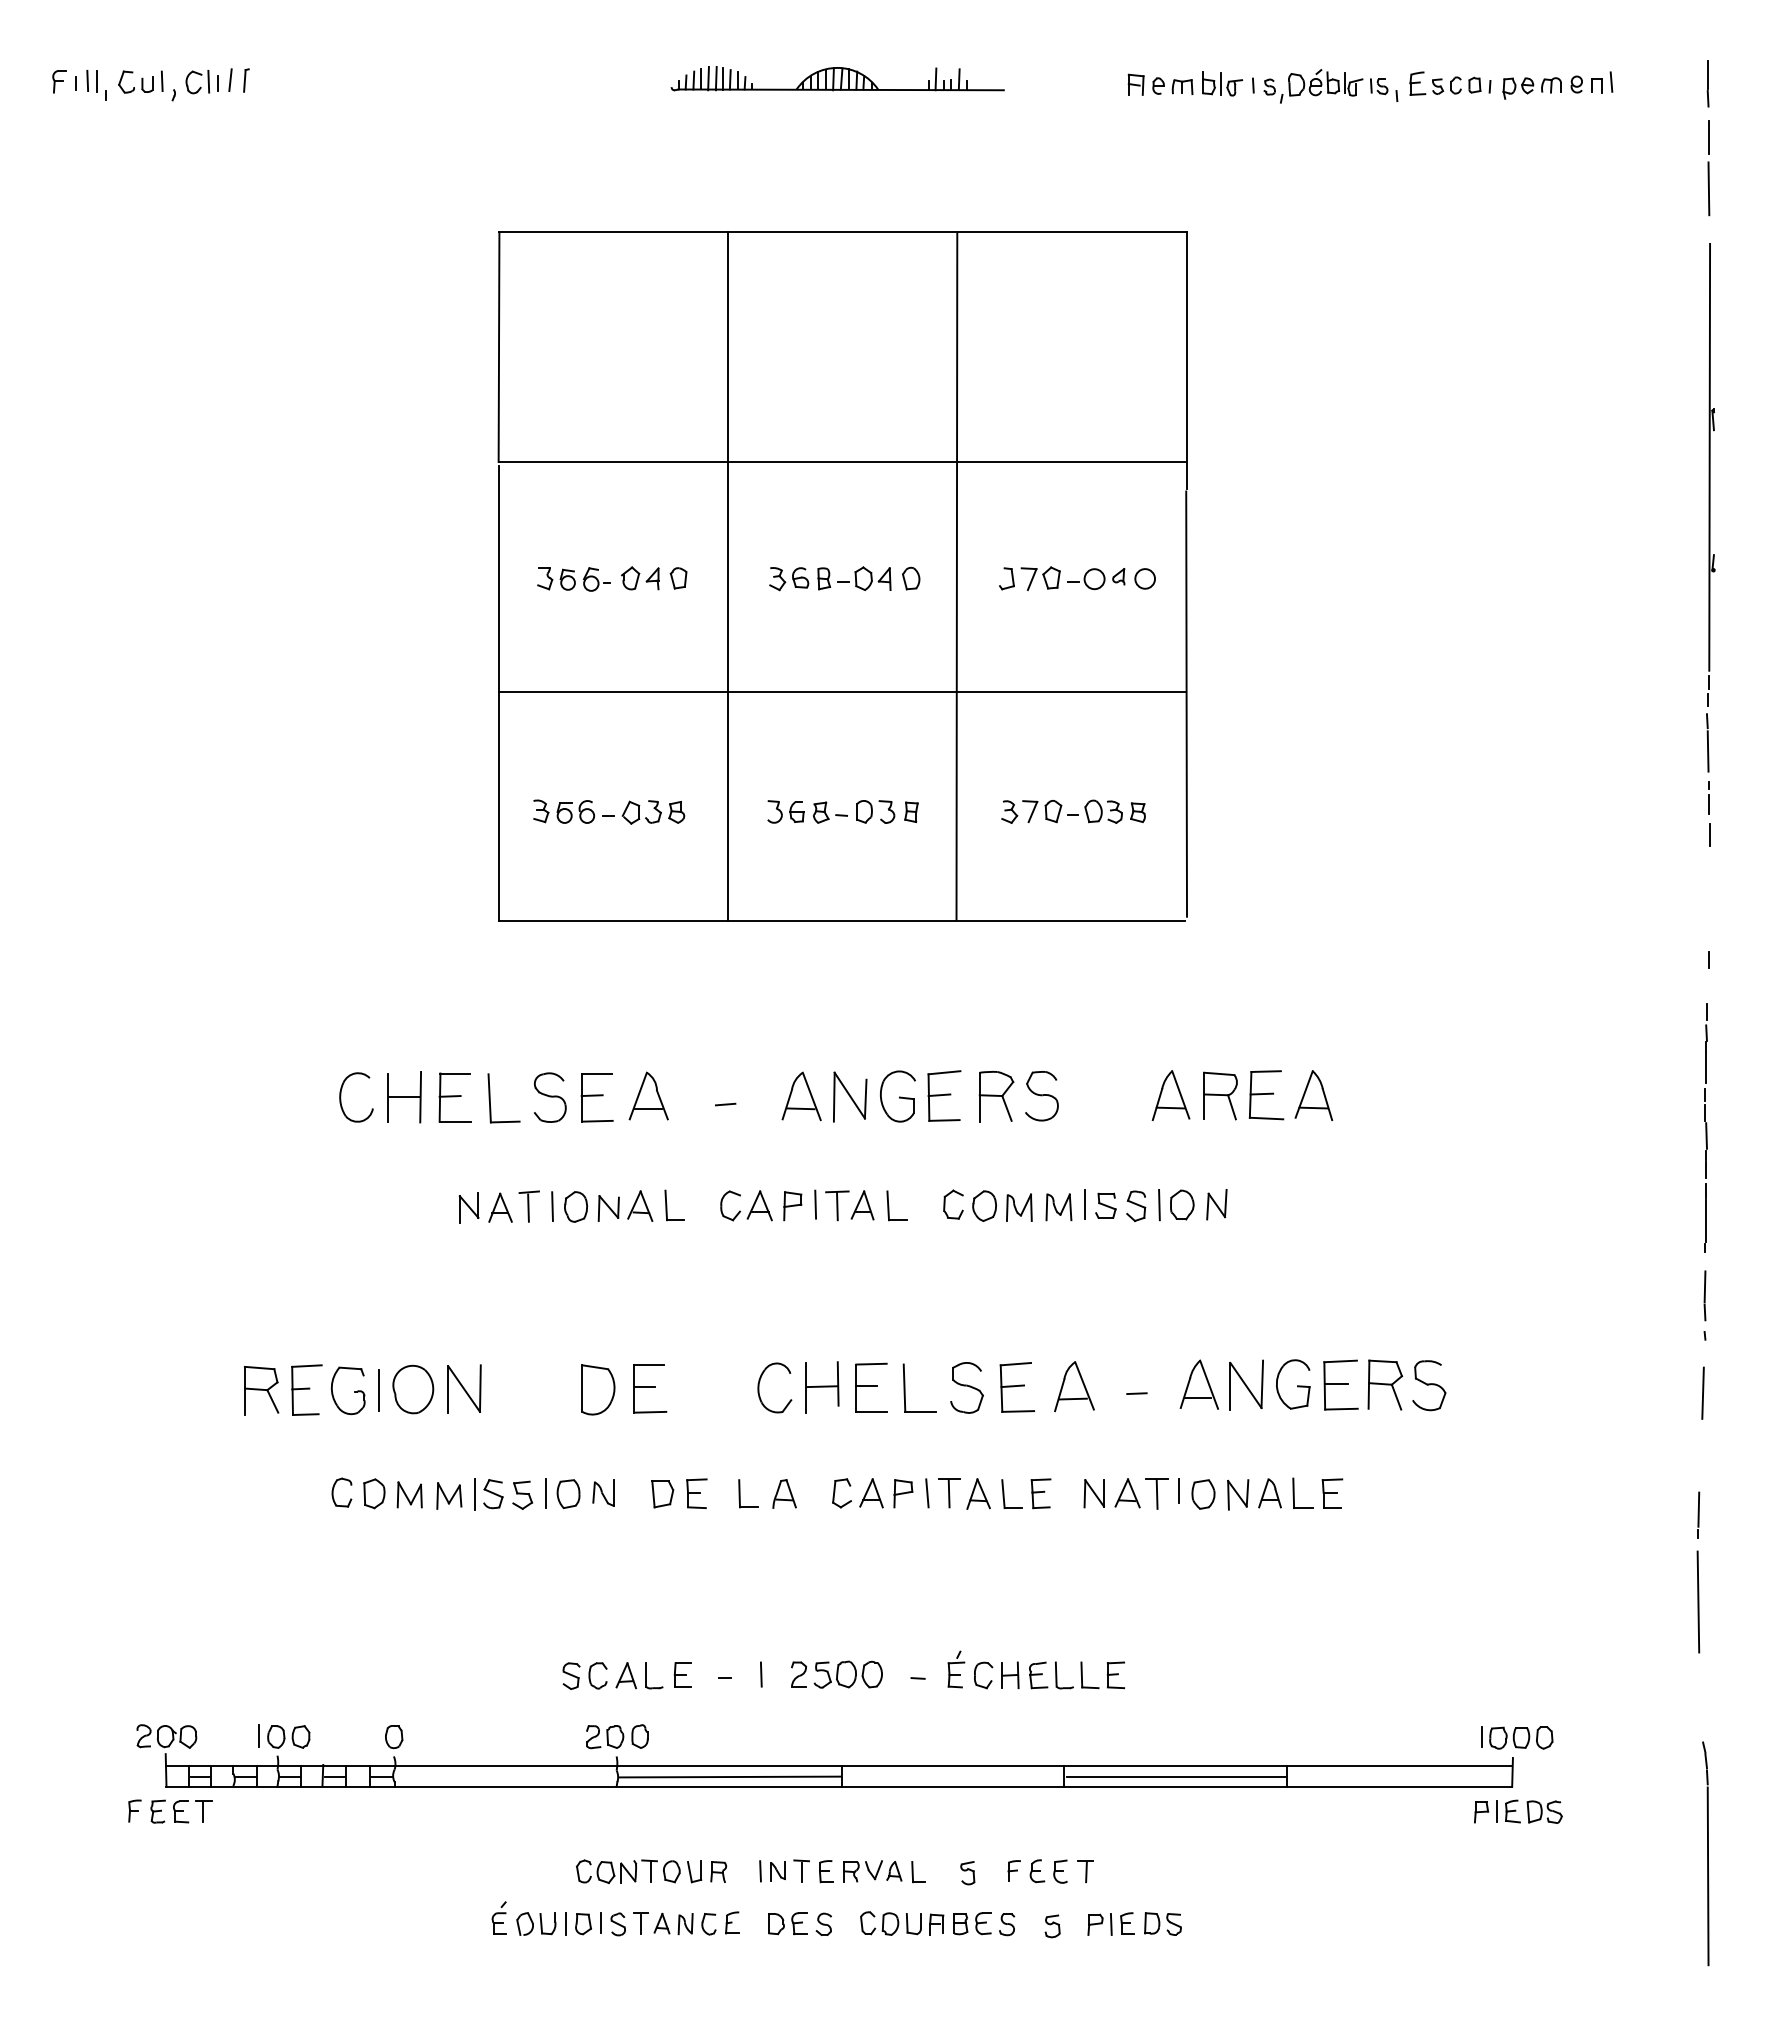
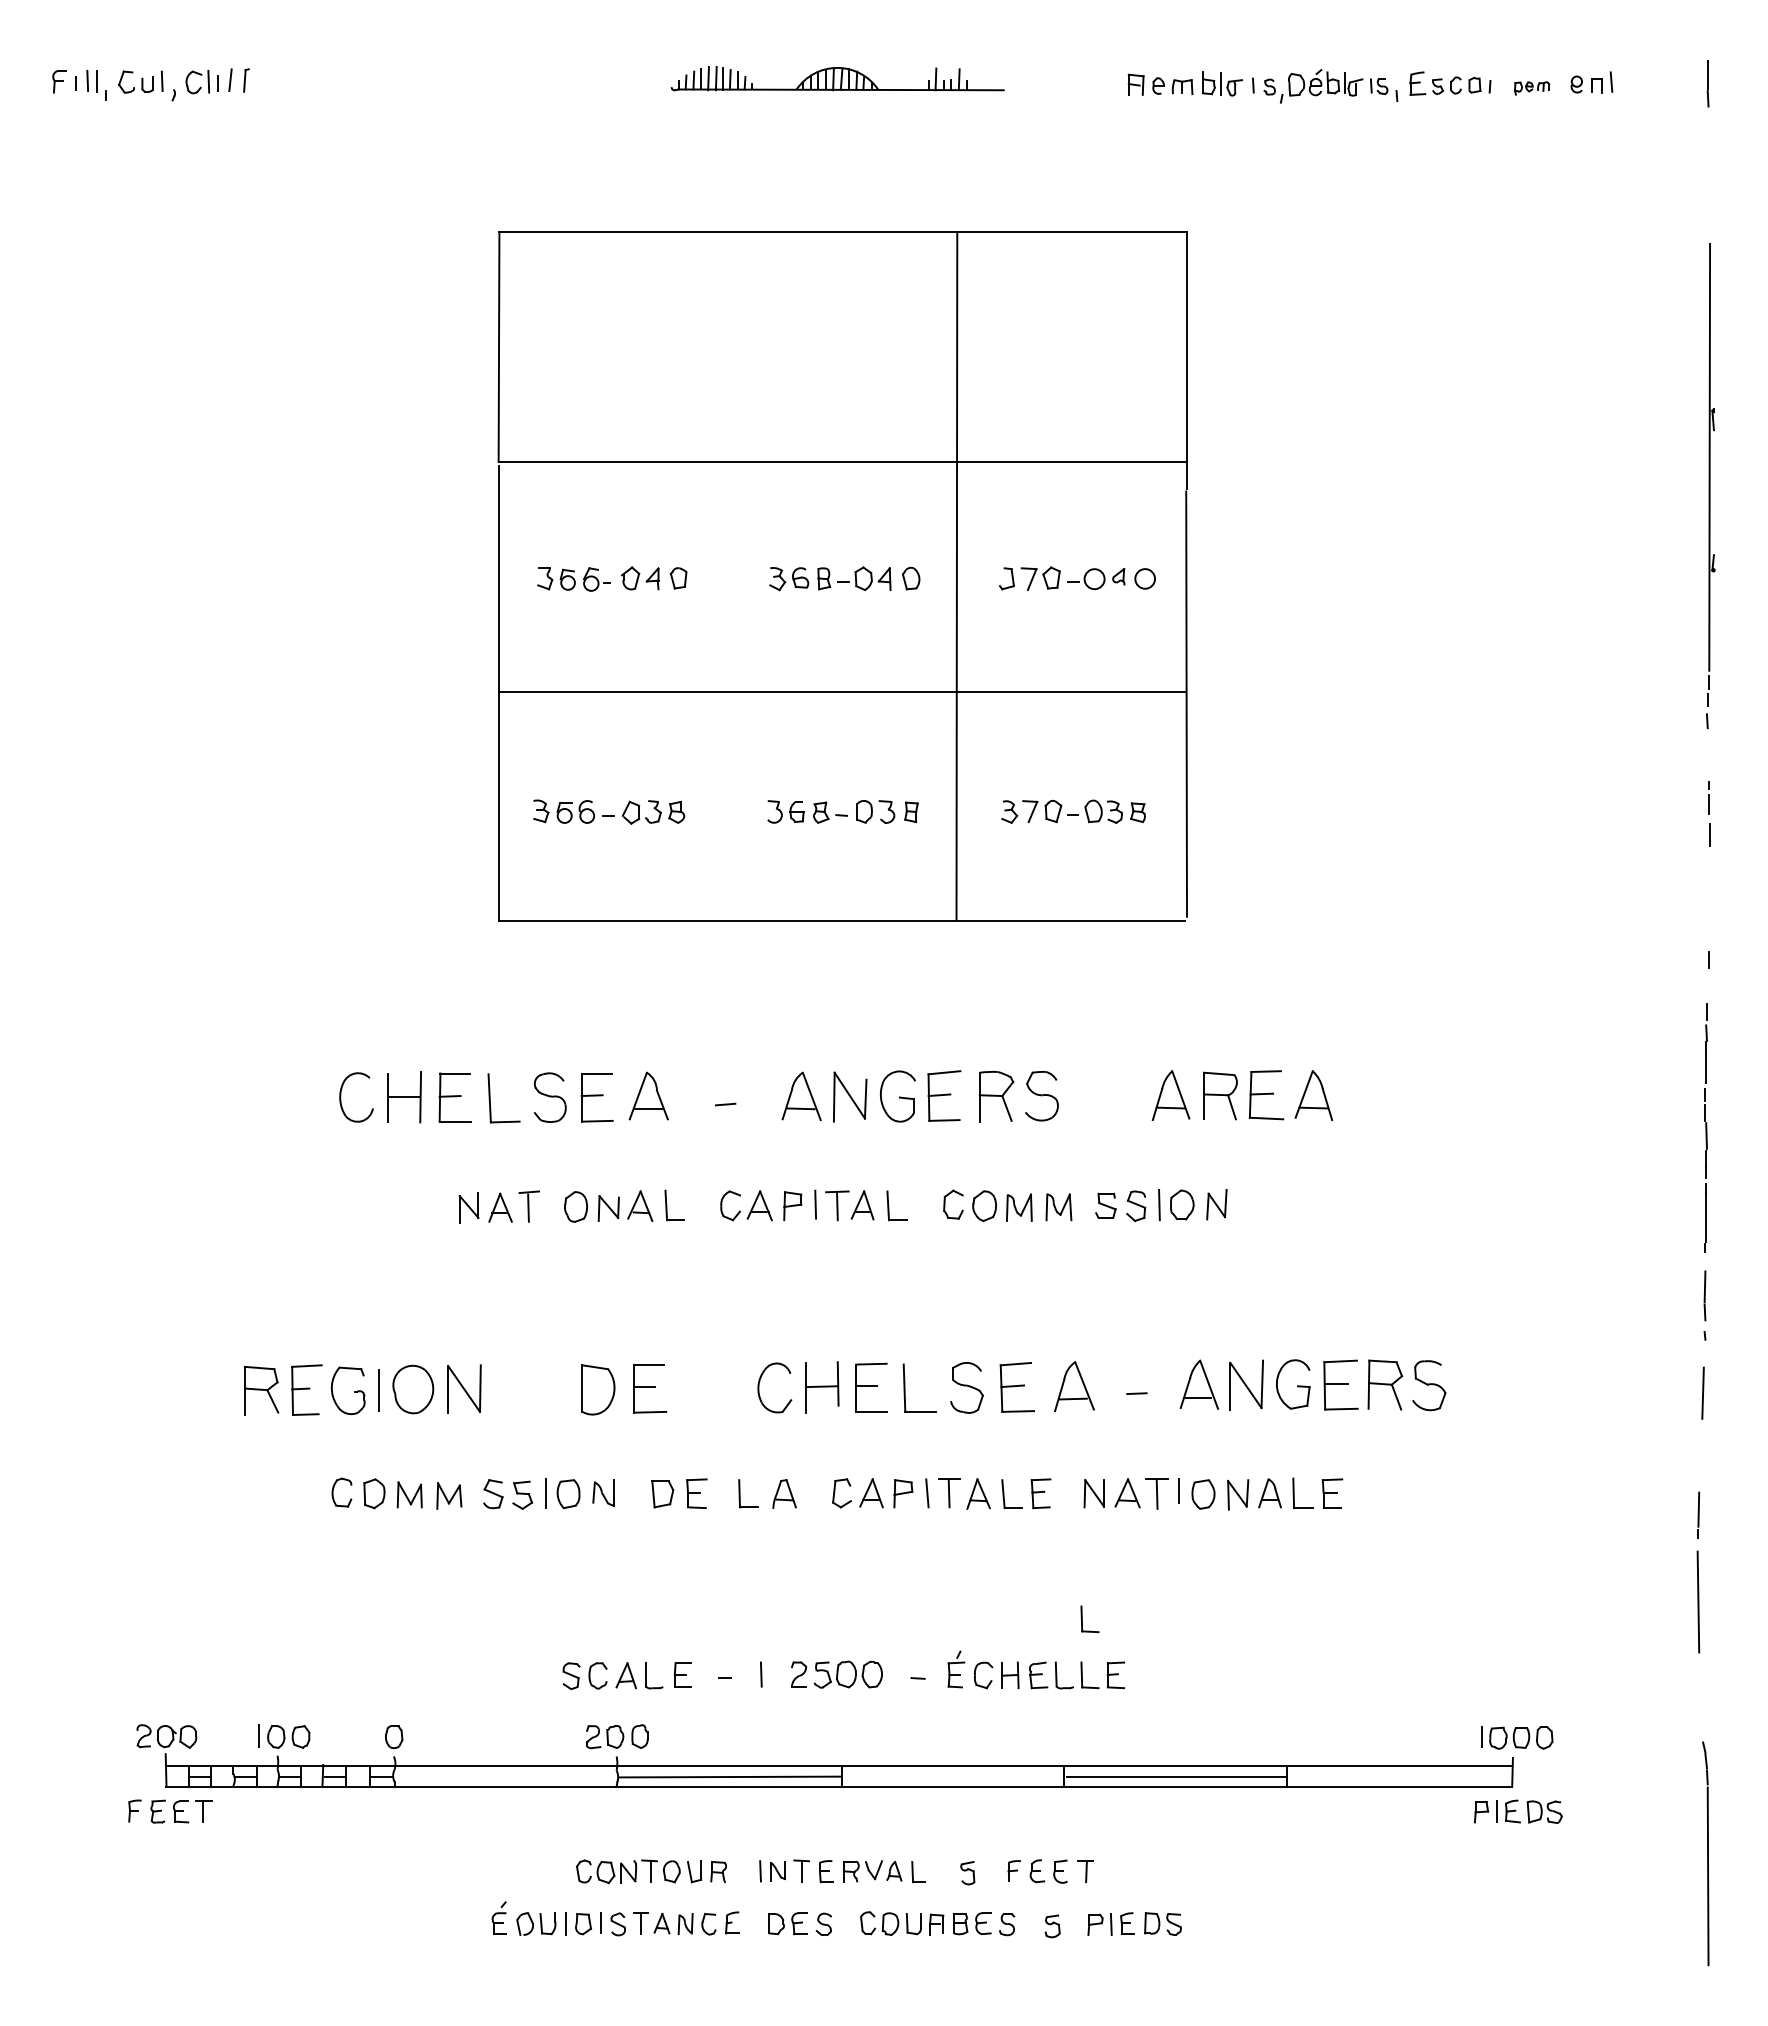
part at (1531, 88) size: 60x23 px -> 37x15 px
part at (1708, 168): present -> none
line at (728, 576): present -> none
line at (1707, 751): present -> none
line at (1085, 1203): present -> none
line at (552, 1206): present -> none
line at (475, 1494): present -> none
part at (1082, 1619): none -> present
